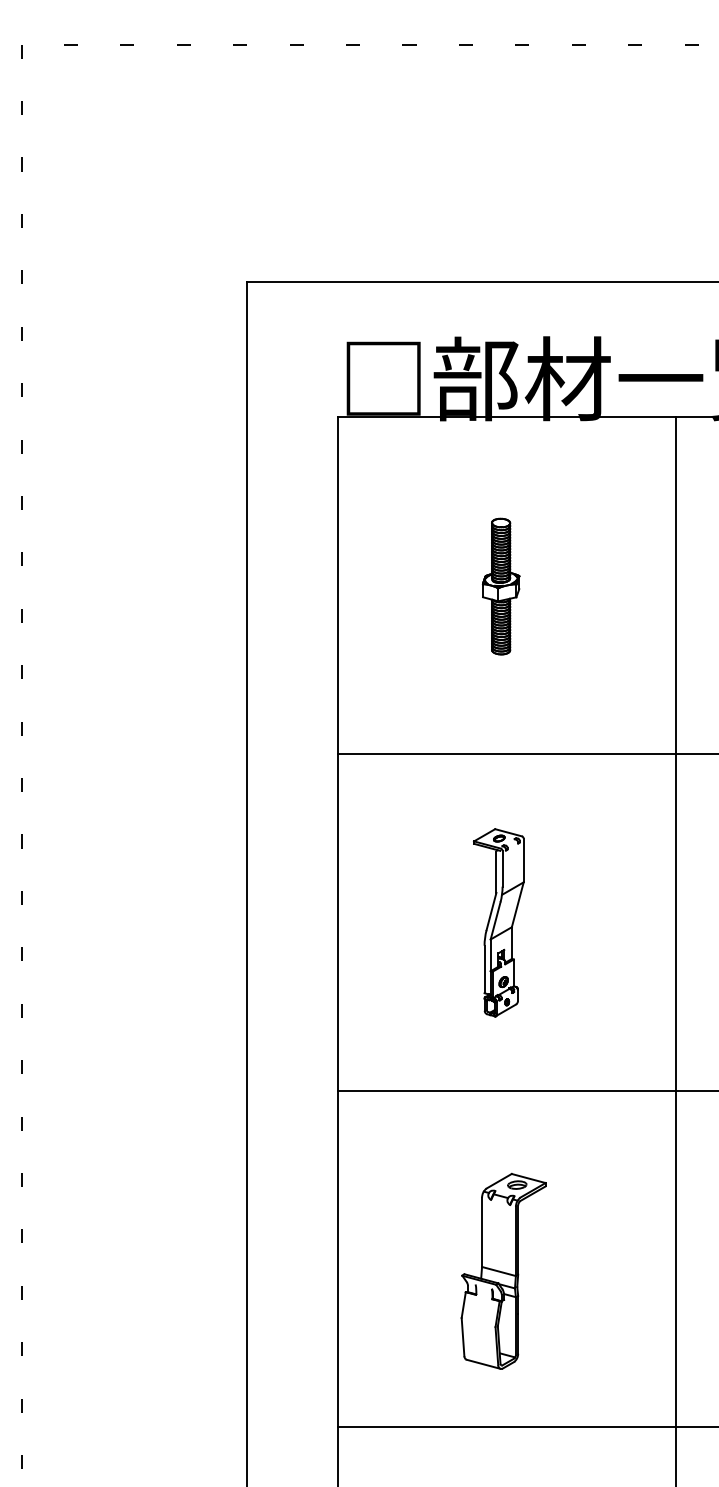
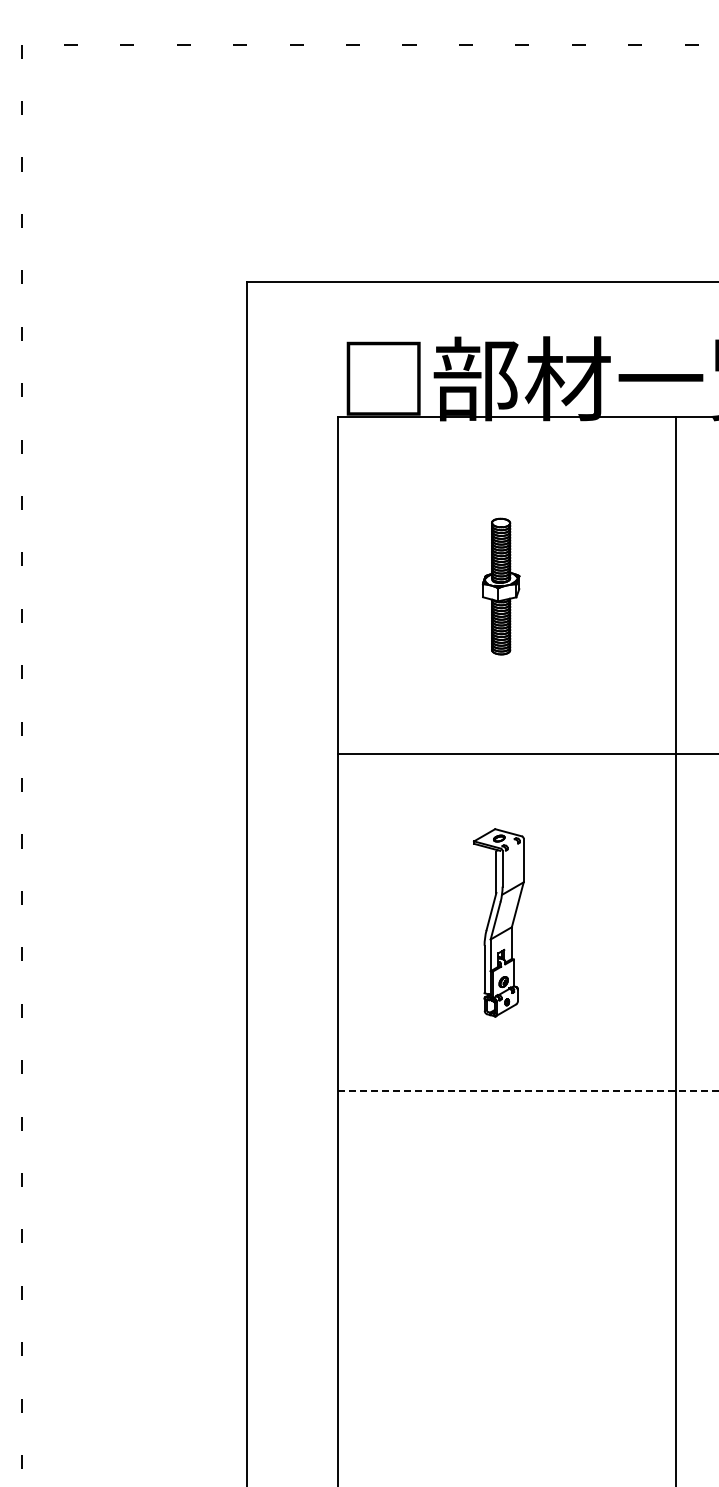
line at (528, 1090): solid -> dashed
part at (503, 1270): present -> none
line at (526, 1427): present -> none
